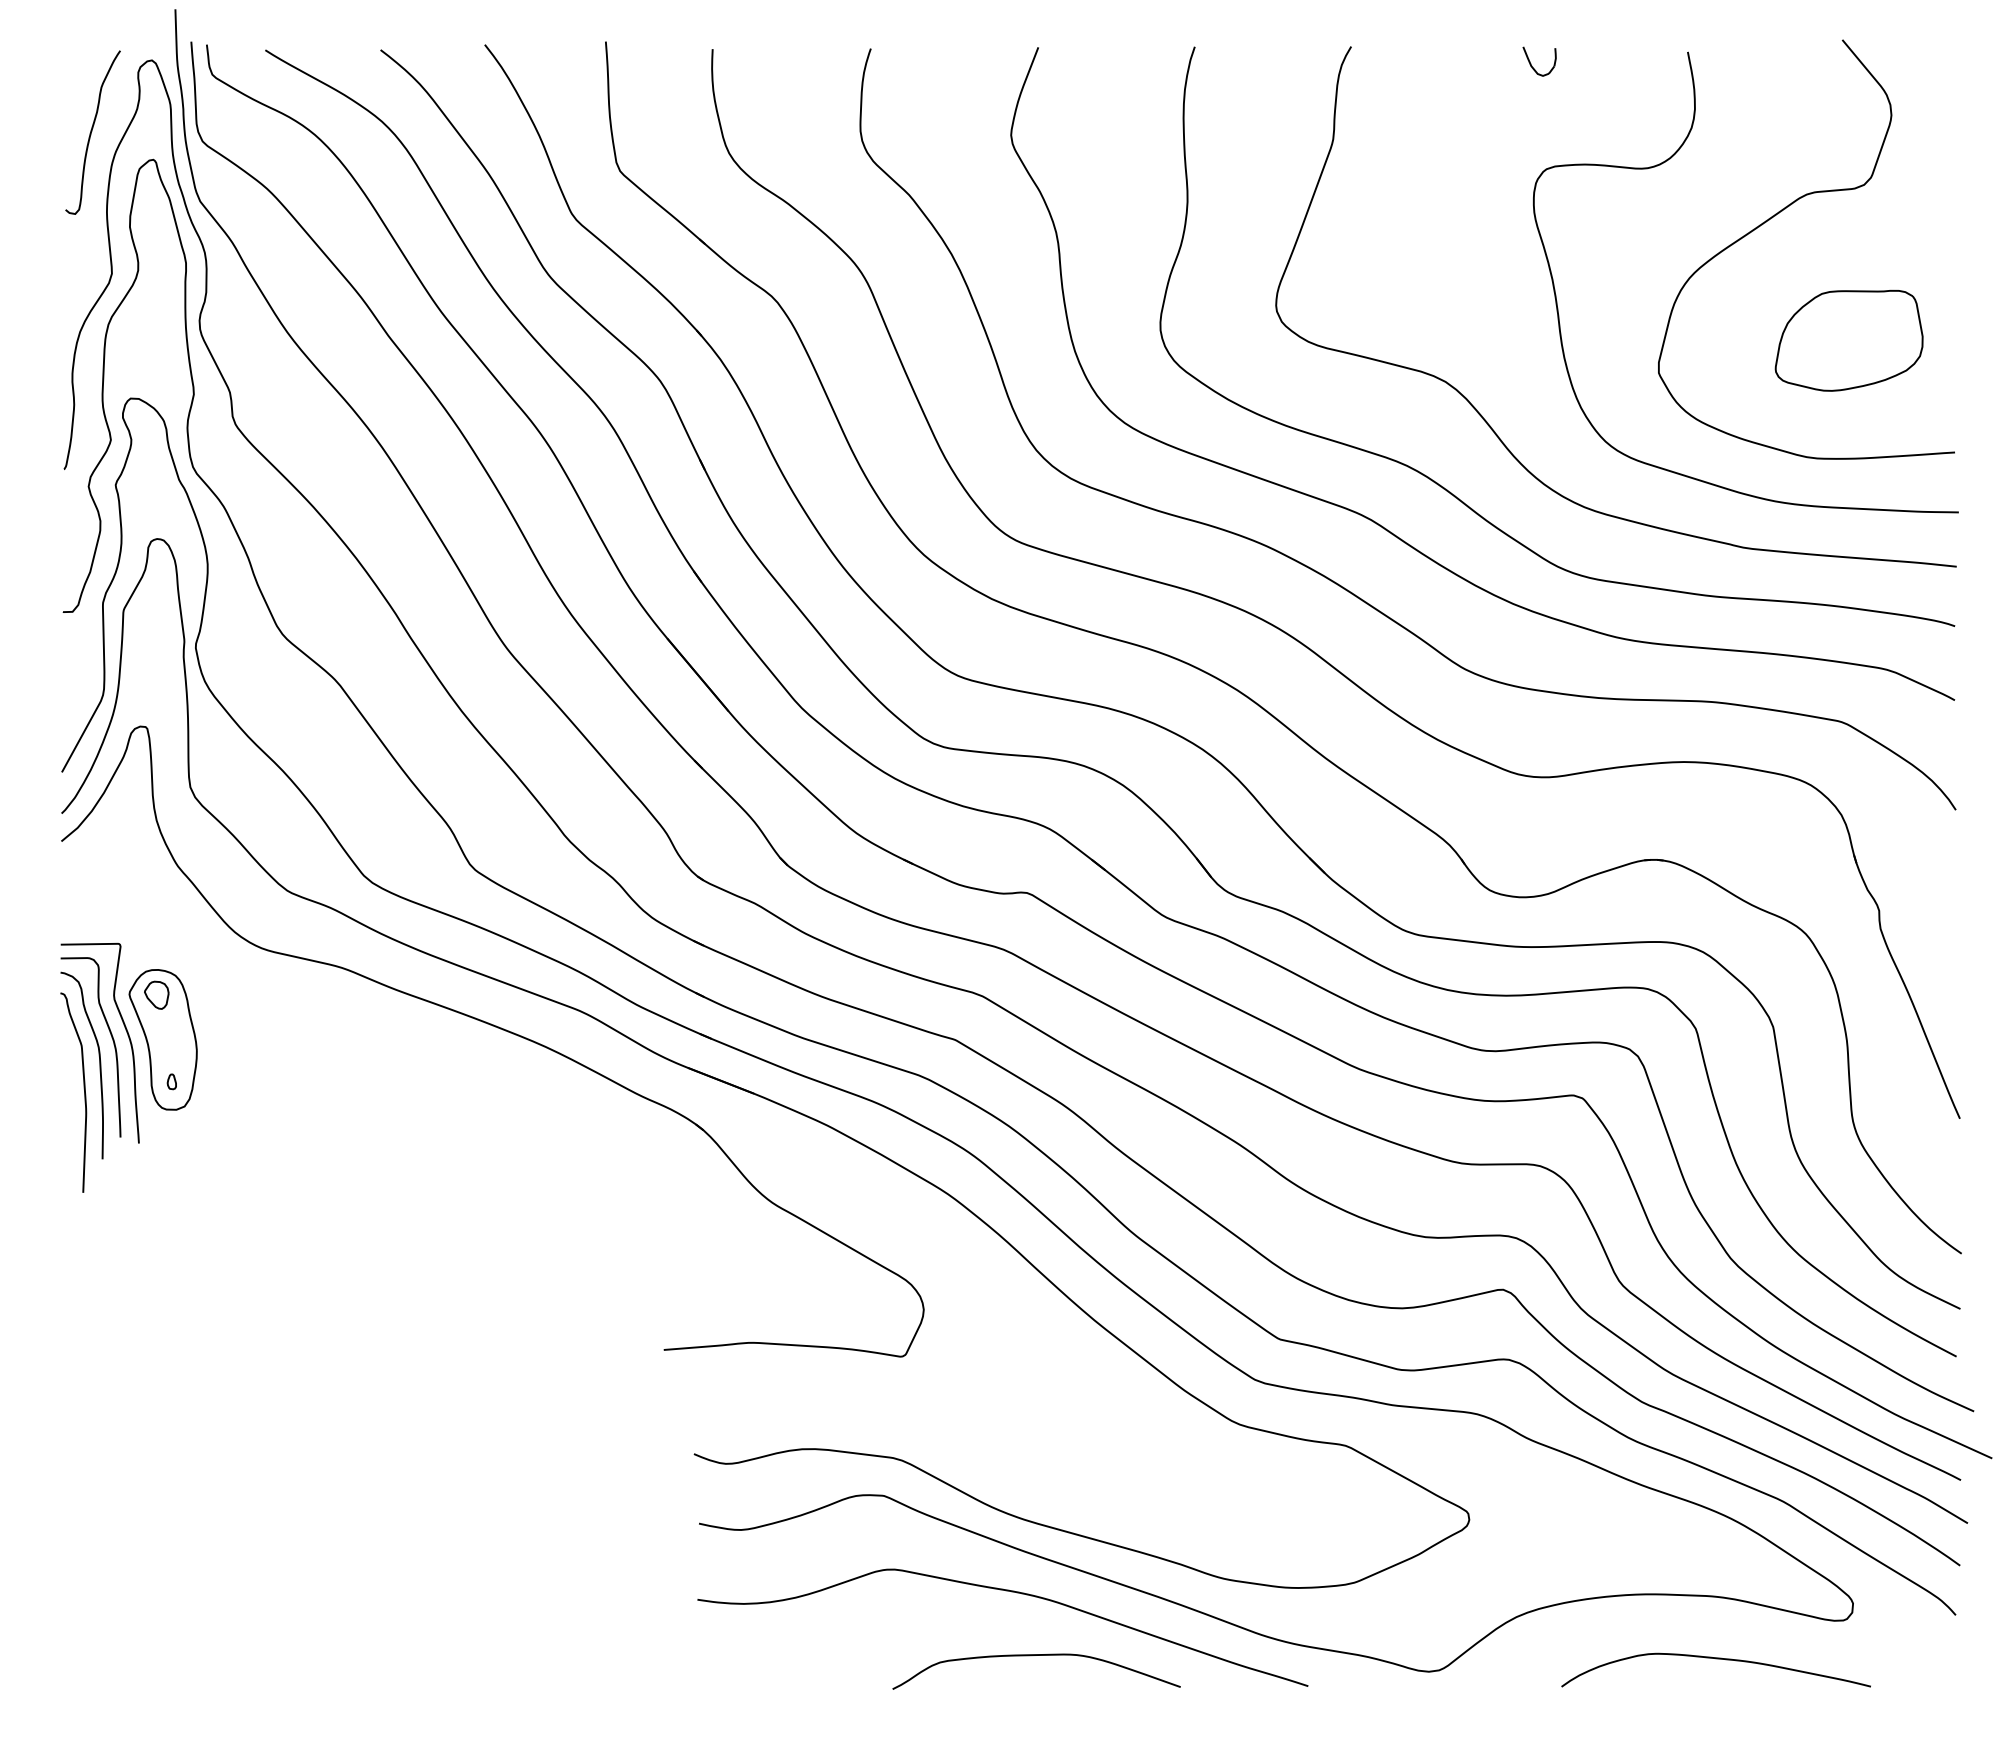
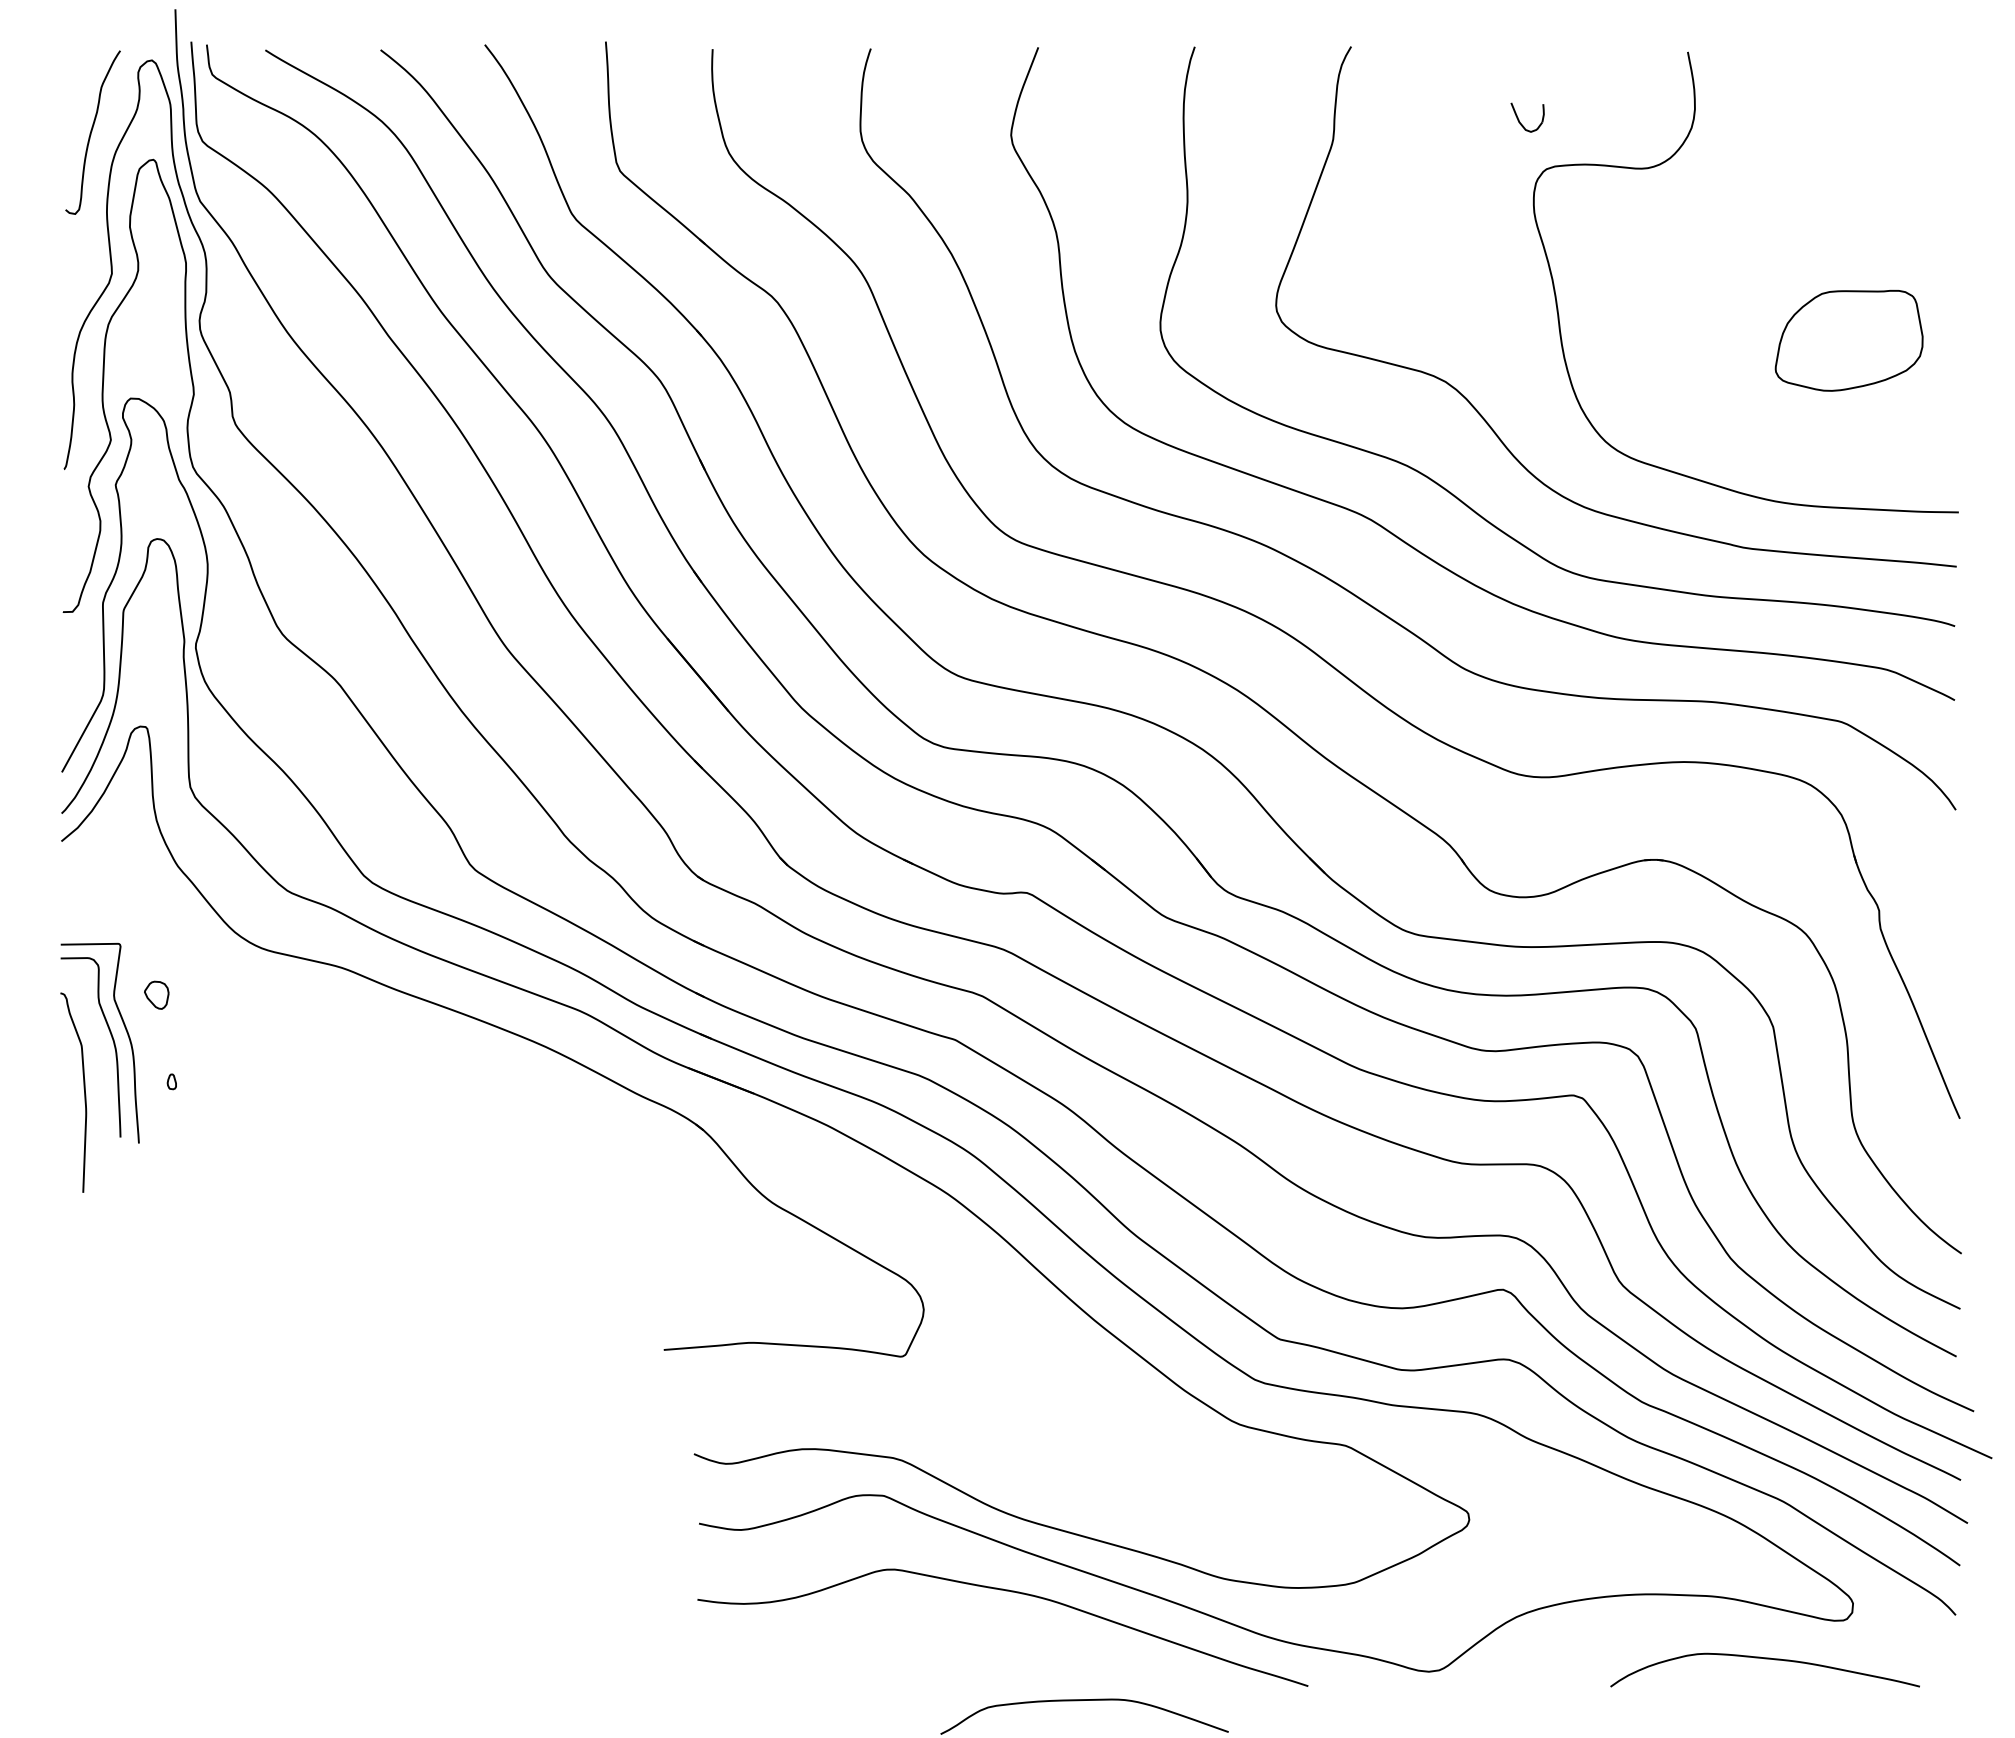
part at (1532, 65) position: (1532, 65) -> (1520, 121)
curve at (1782, 211): present -> none
part at (162, 1039): present -> none
curve at (99, 1065): present -> none
curve at (1031, 1656) position: (1031, 1656) -> (1079, 1701)
curve at (1715, 1659) position: (1715, 1659) -> (1764, 1659)
